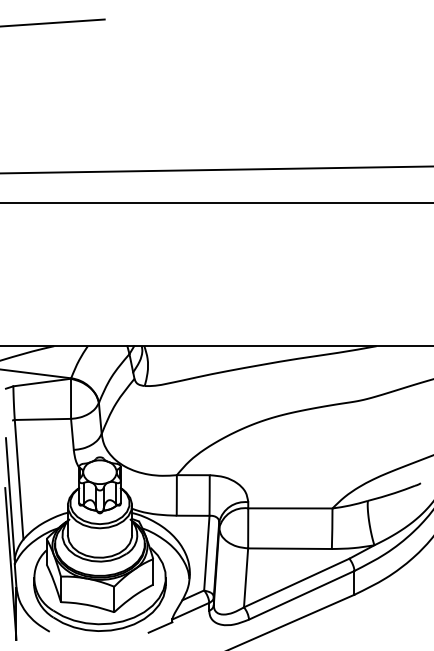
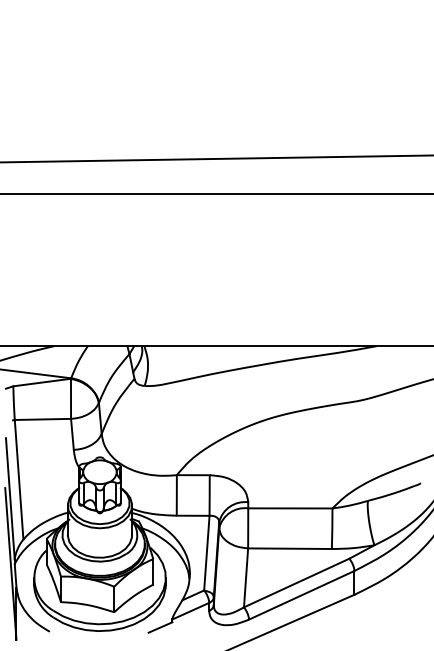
line at (53, 22): present -> none
line at (216, 169) position: (216, 169) -> (216, 158)
line at (216, 203) position: (216, 203) -> (216, 194)
